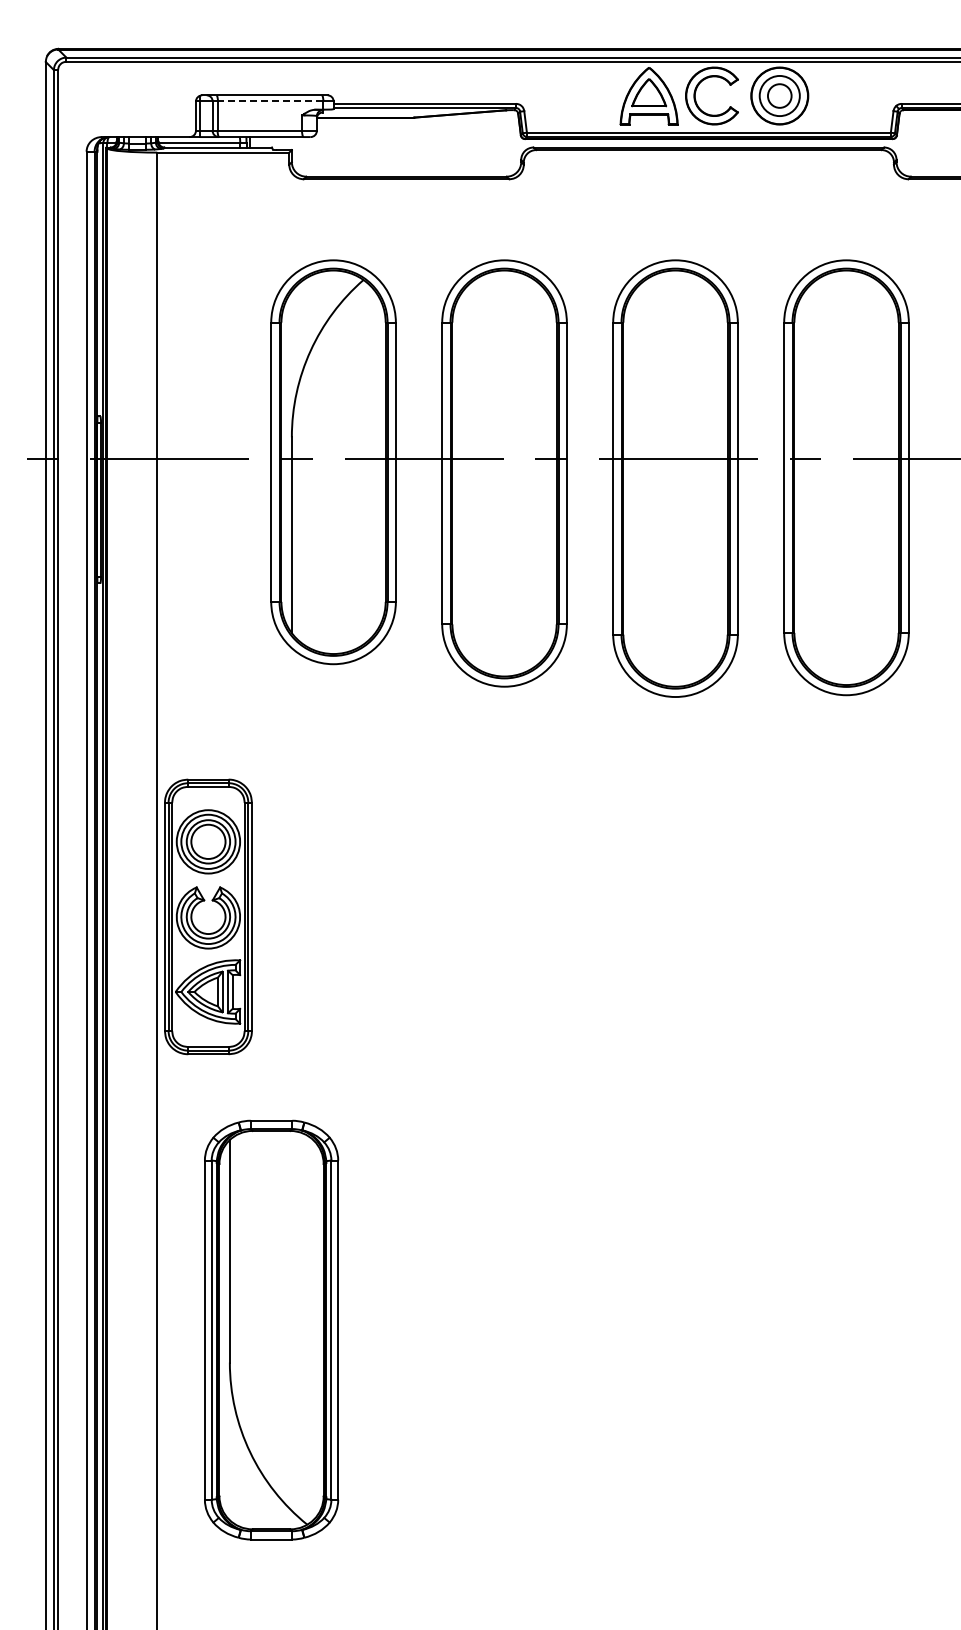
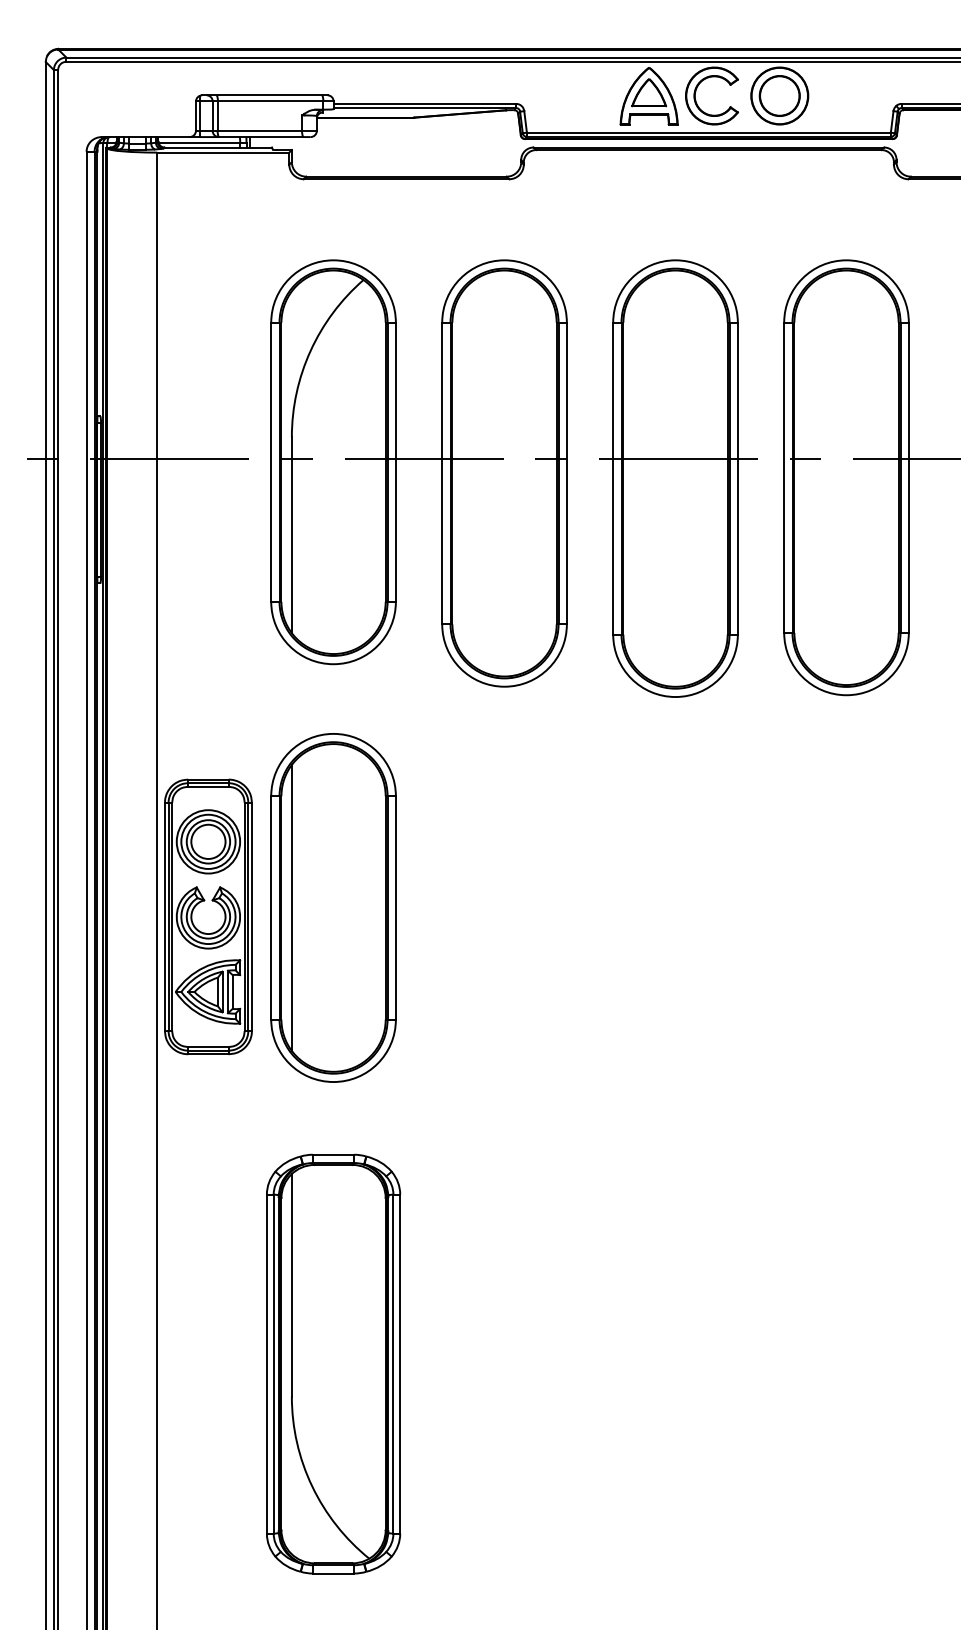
circle at (779, 95) diameter: 24 px -> 39 px
line at (270, 101): dashed -> solid
part at (333, 907): none -> present
part at (271, 1329) position: (271, 1329) -> (333, 1363)
